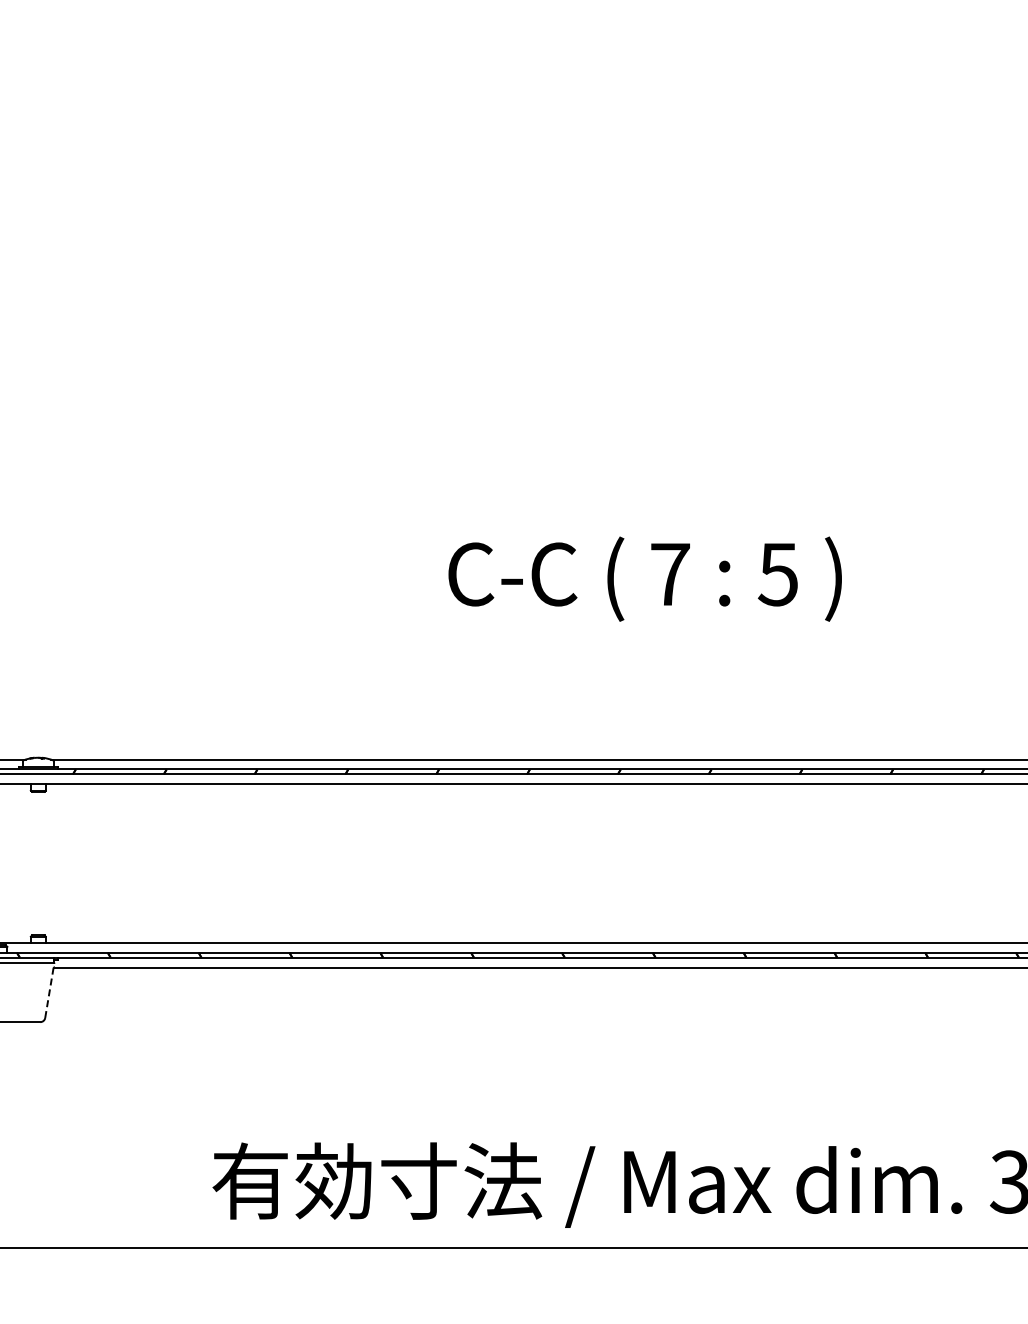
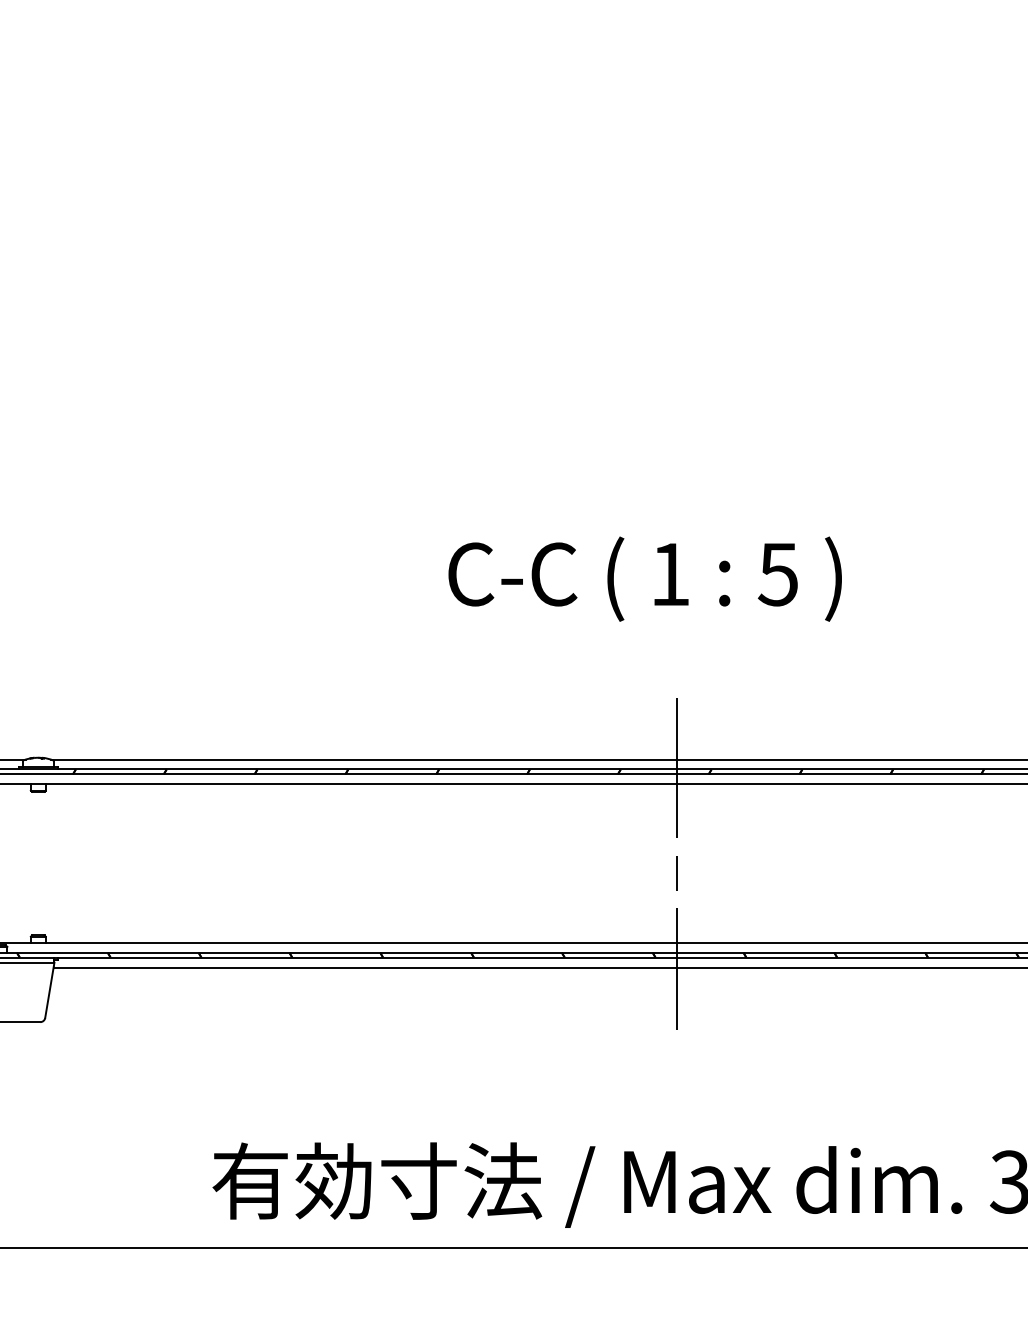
text at (670, 574): 7 -> 1
line at (677, 863): none -> present
line at (49, 989): dashed -> solid
